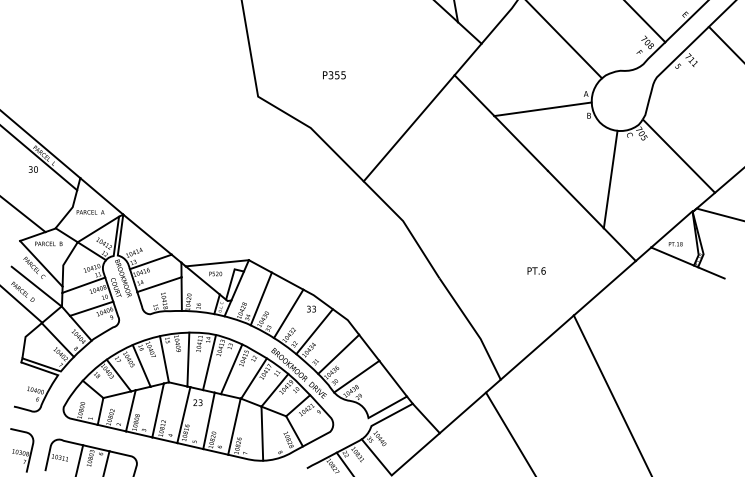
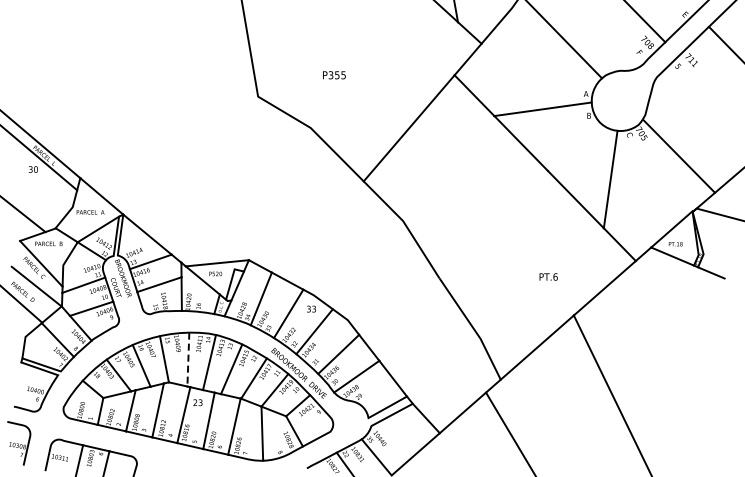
text at (536, 270) position: (536, 270) -> (548, 276)
line at (188, 359): solid -> dashed
part at (22, 450) position: (22, 450) -> (19, 443)
